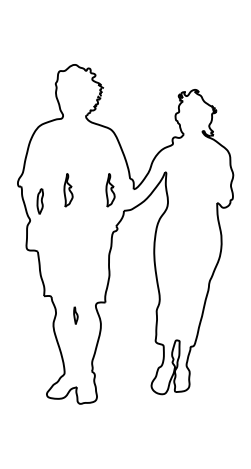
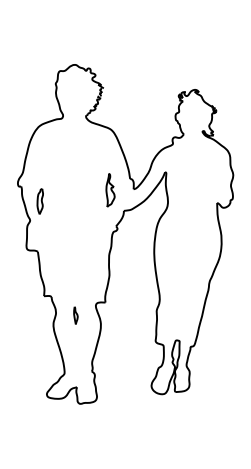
part at (68, 190): present -> none
